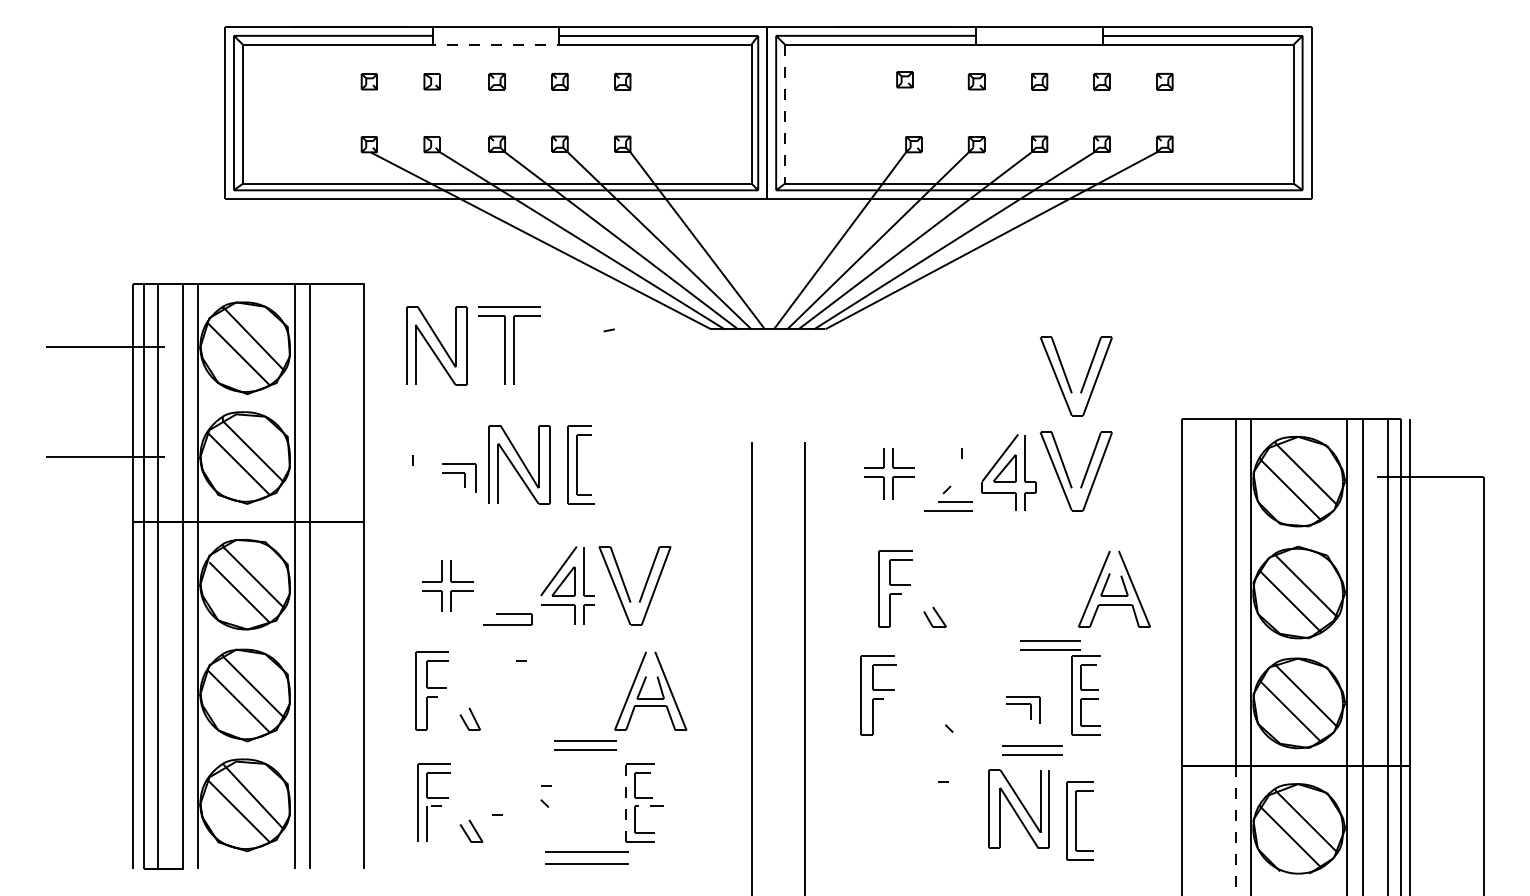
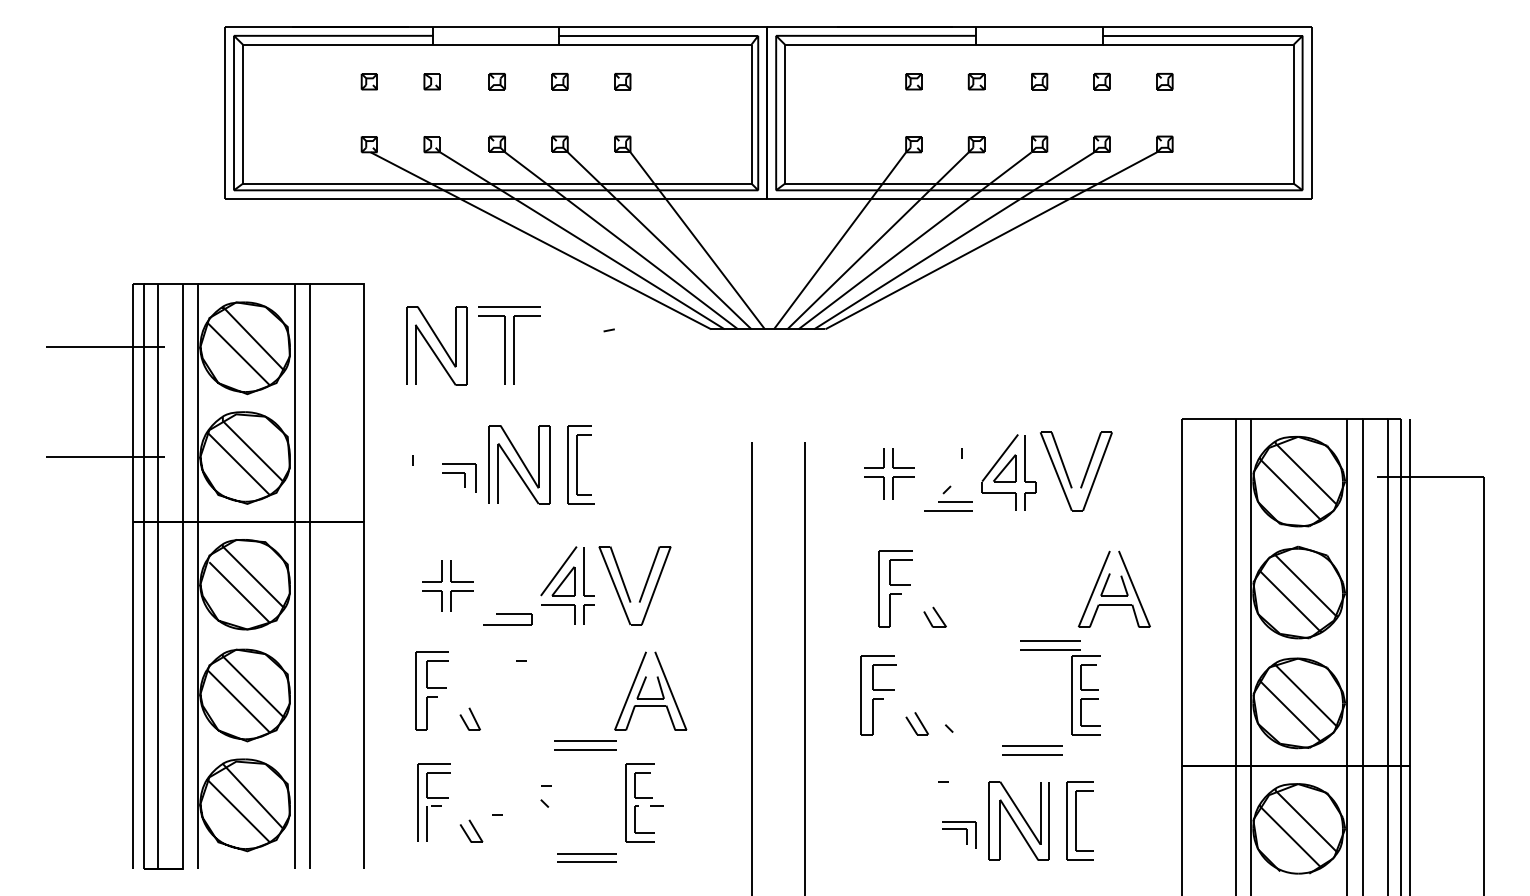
line at (501, 44): dashed -> solid
part at (904, 79) position: (904, 79) -> (913, 81)
line at (785, 114): dashed -> solid
part at (1084, 379): present -> none
part at (1023, 709) position: (1023, 709) -> (959, 834)
part at (916, 723): none -> present
line at (626, 802): dashed -> solid
part at (1018, 808) position: (1018, 808) -> (1018, 820)
line at (1235, 830): dashed -> solid
part at (586, 857) size: 84x14 px -> 60x10 px
